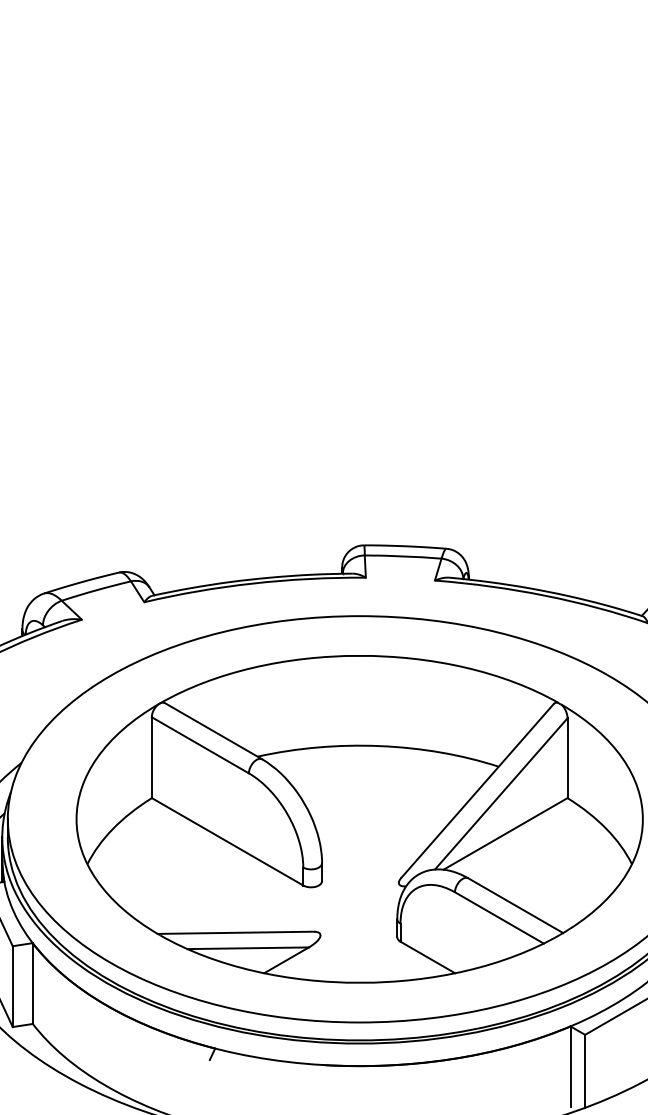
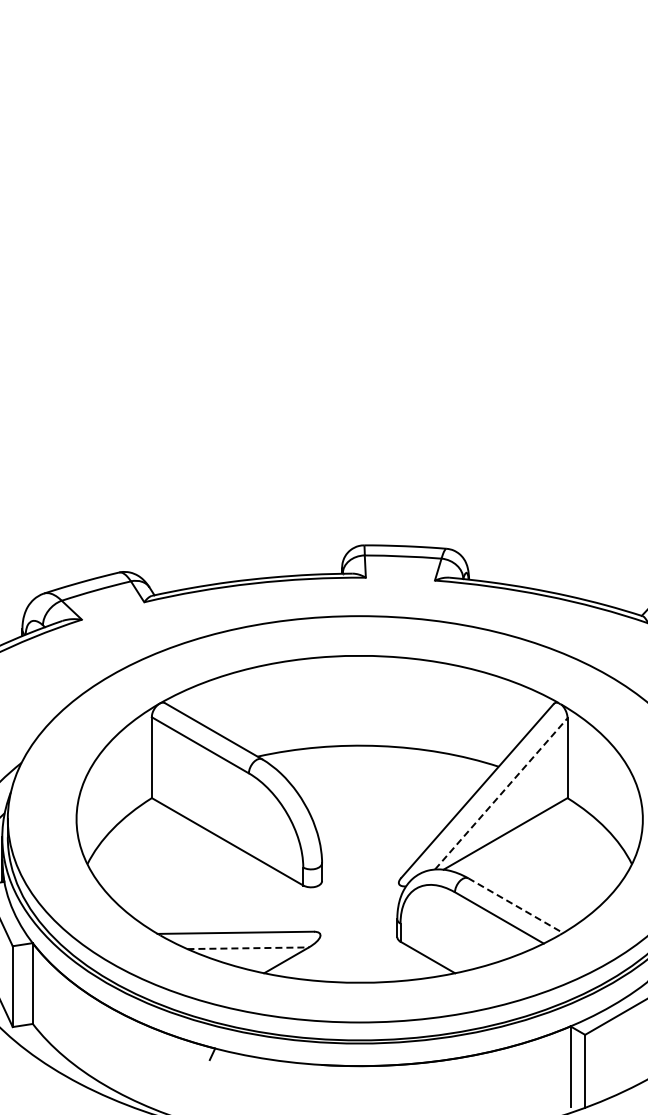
line at (501, 793): solid -> dashed
line at (515, 905): solid -> dashed
line at (248, 948): solid -> dashed
